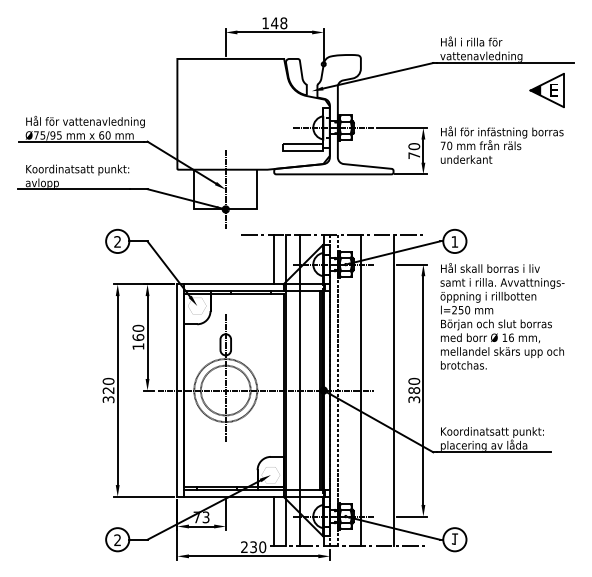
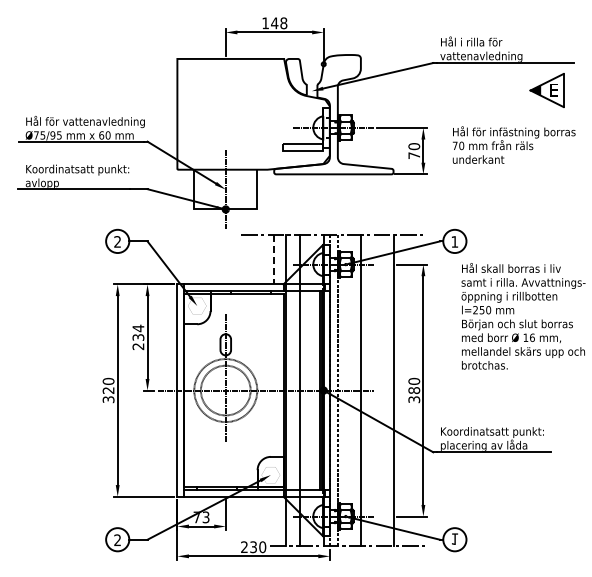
text at (501, 144) position: (501, 144) -> (513, 144)
line at (274, 259): solid -> dashed
text at (502, 316) position: (502, 316) -> (523, 316)
text at (138, 337): 160 -> 234
line at (274, 521): present -> none
